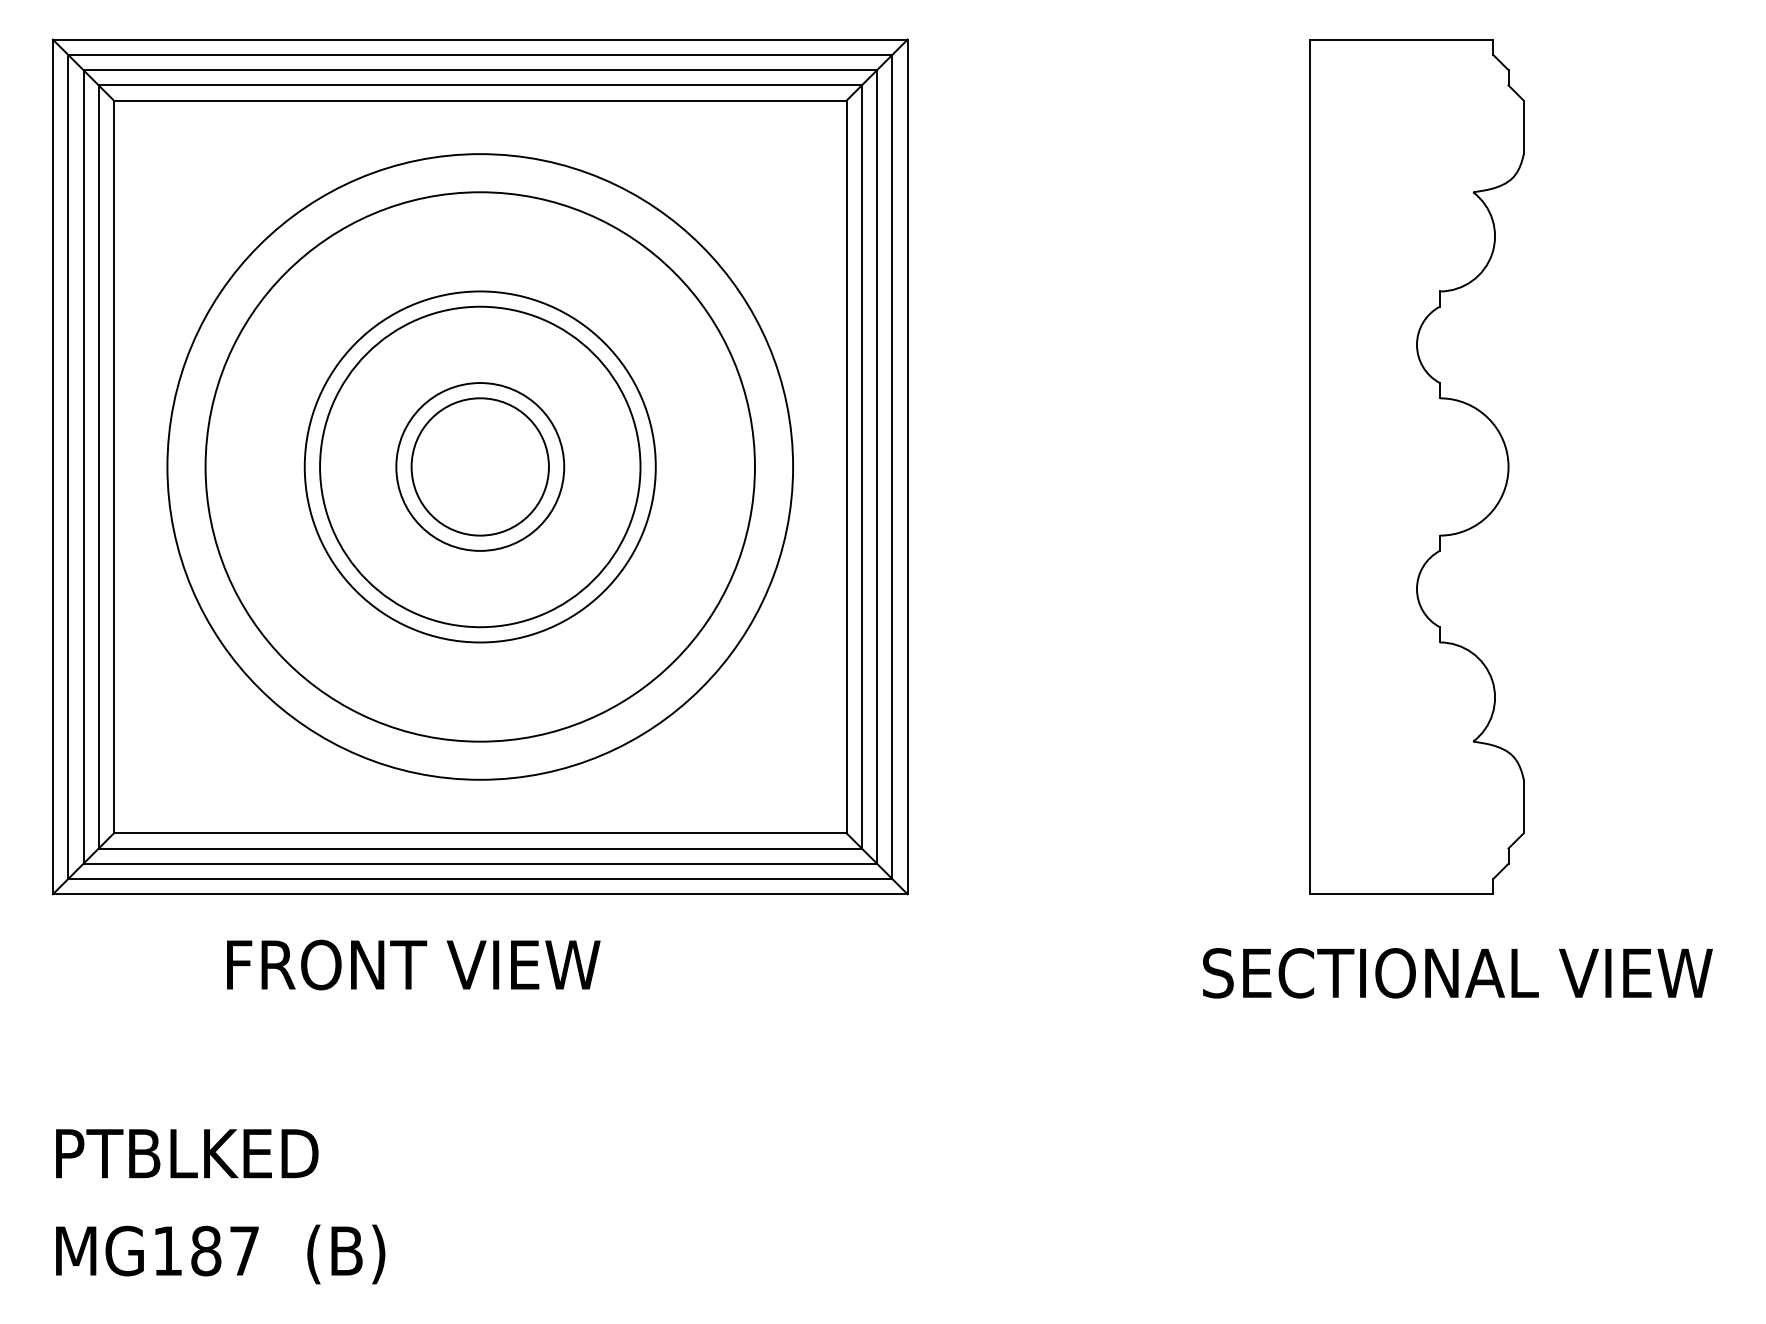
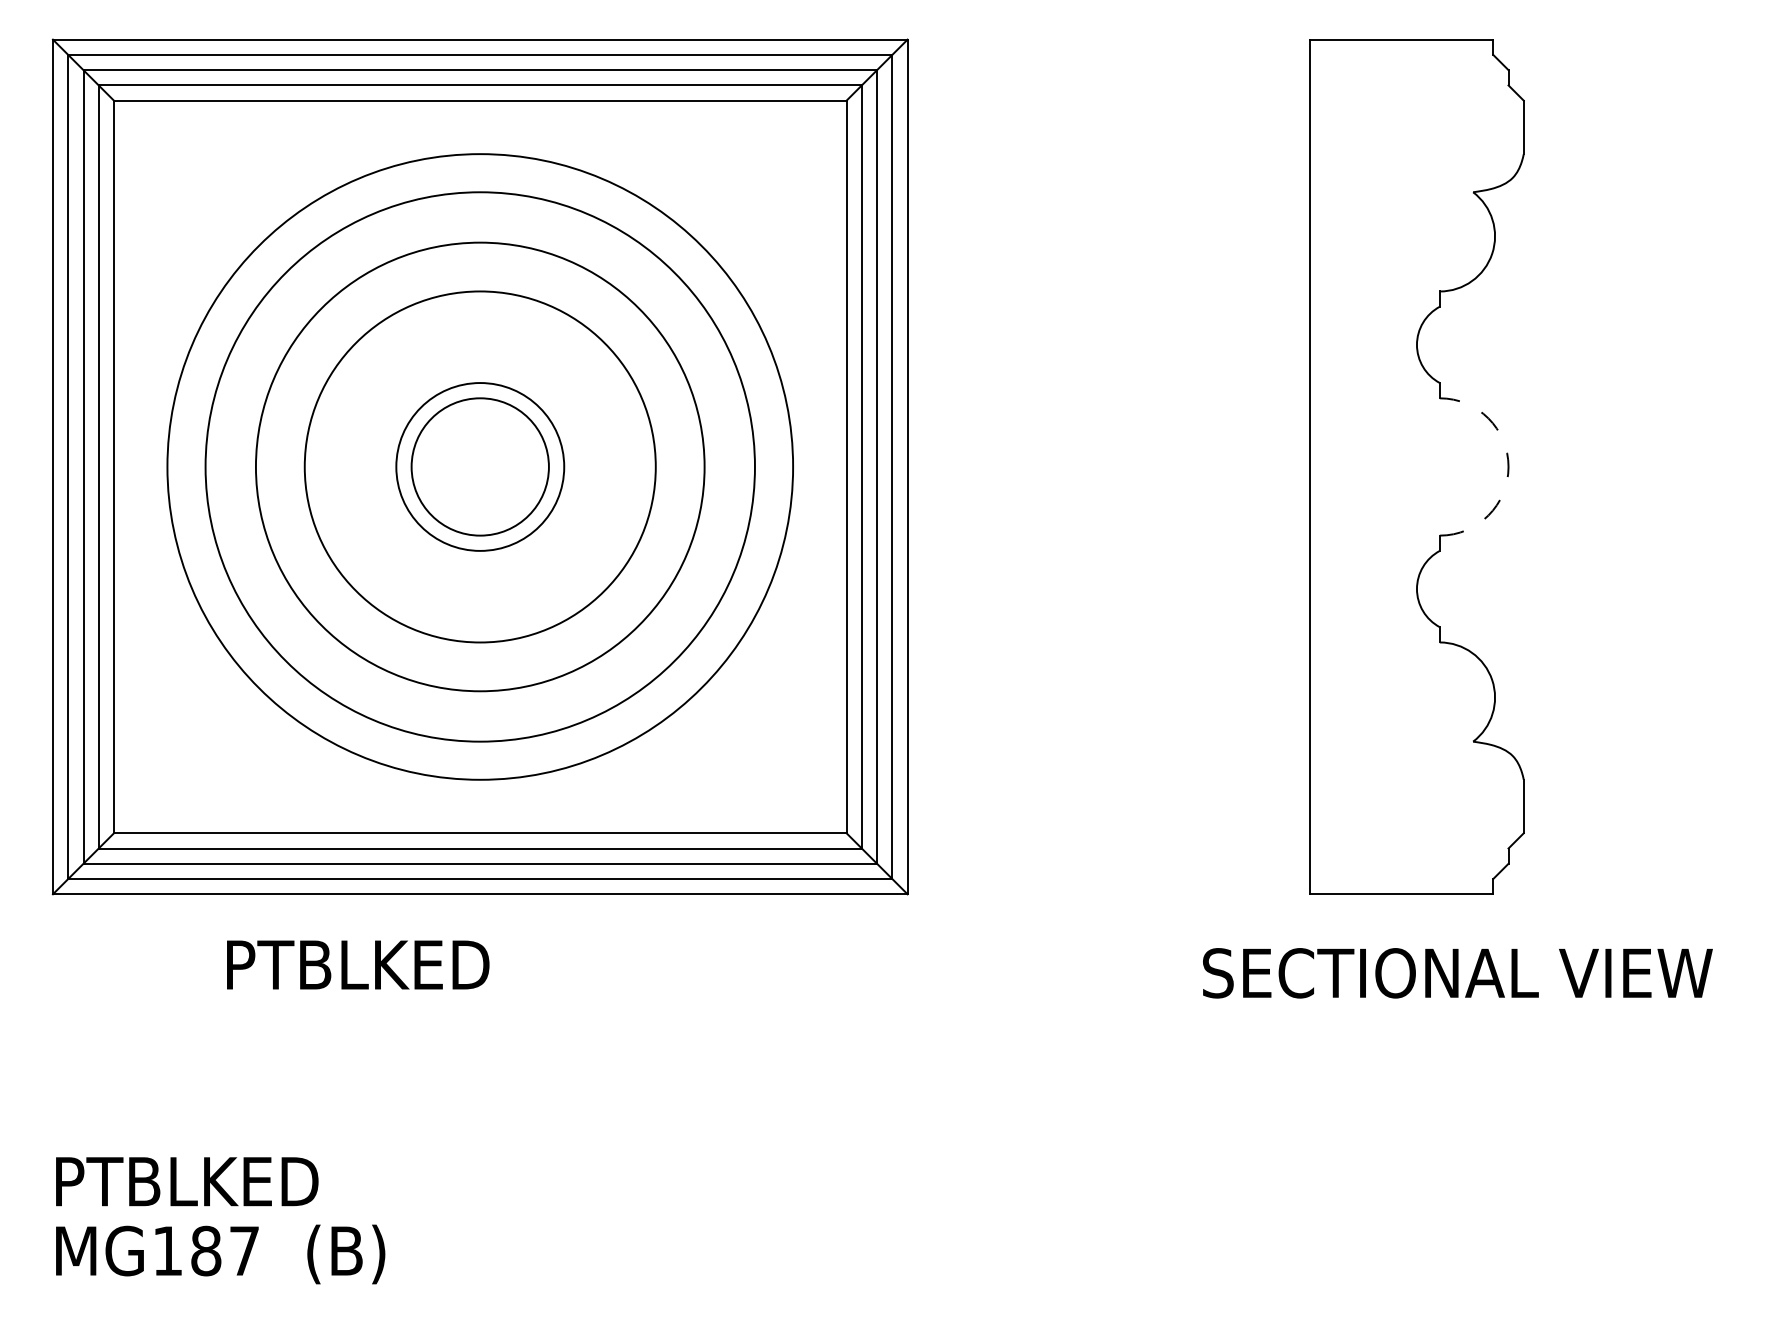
circle at (480, 466) diameter: 320 px -> 449 px
arc at (1508, 466): solid -> dashed
text at (416, 964): FRONT VIEW -> PTBLKED
text at (187, 1153) position: (187, 1153) -> (187, 1181)
